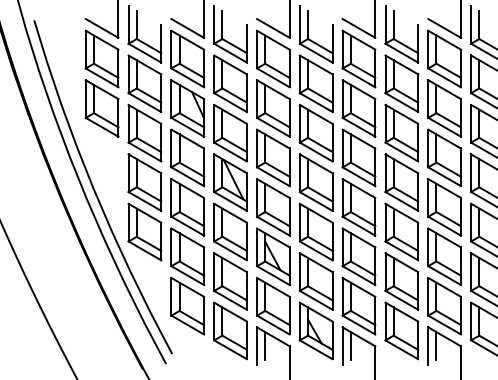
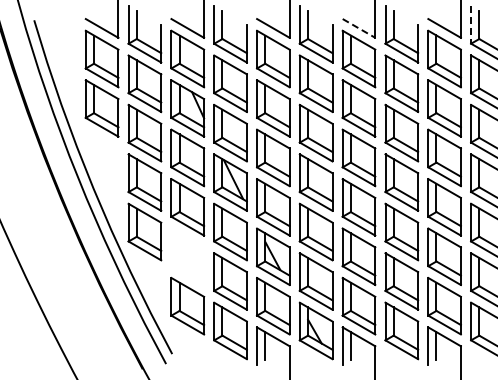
line at (471, 24): solid -> dashed
line at (359, 28): solid -> dashed
part at (187, 256): present -> none
